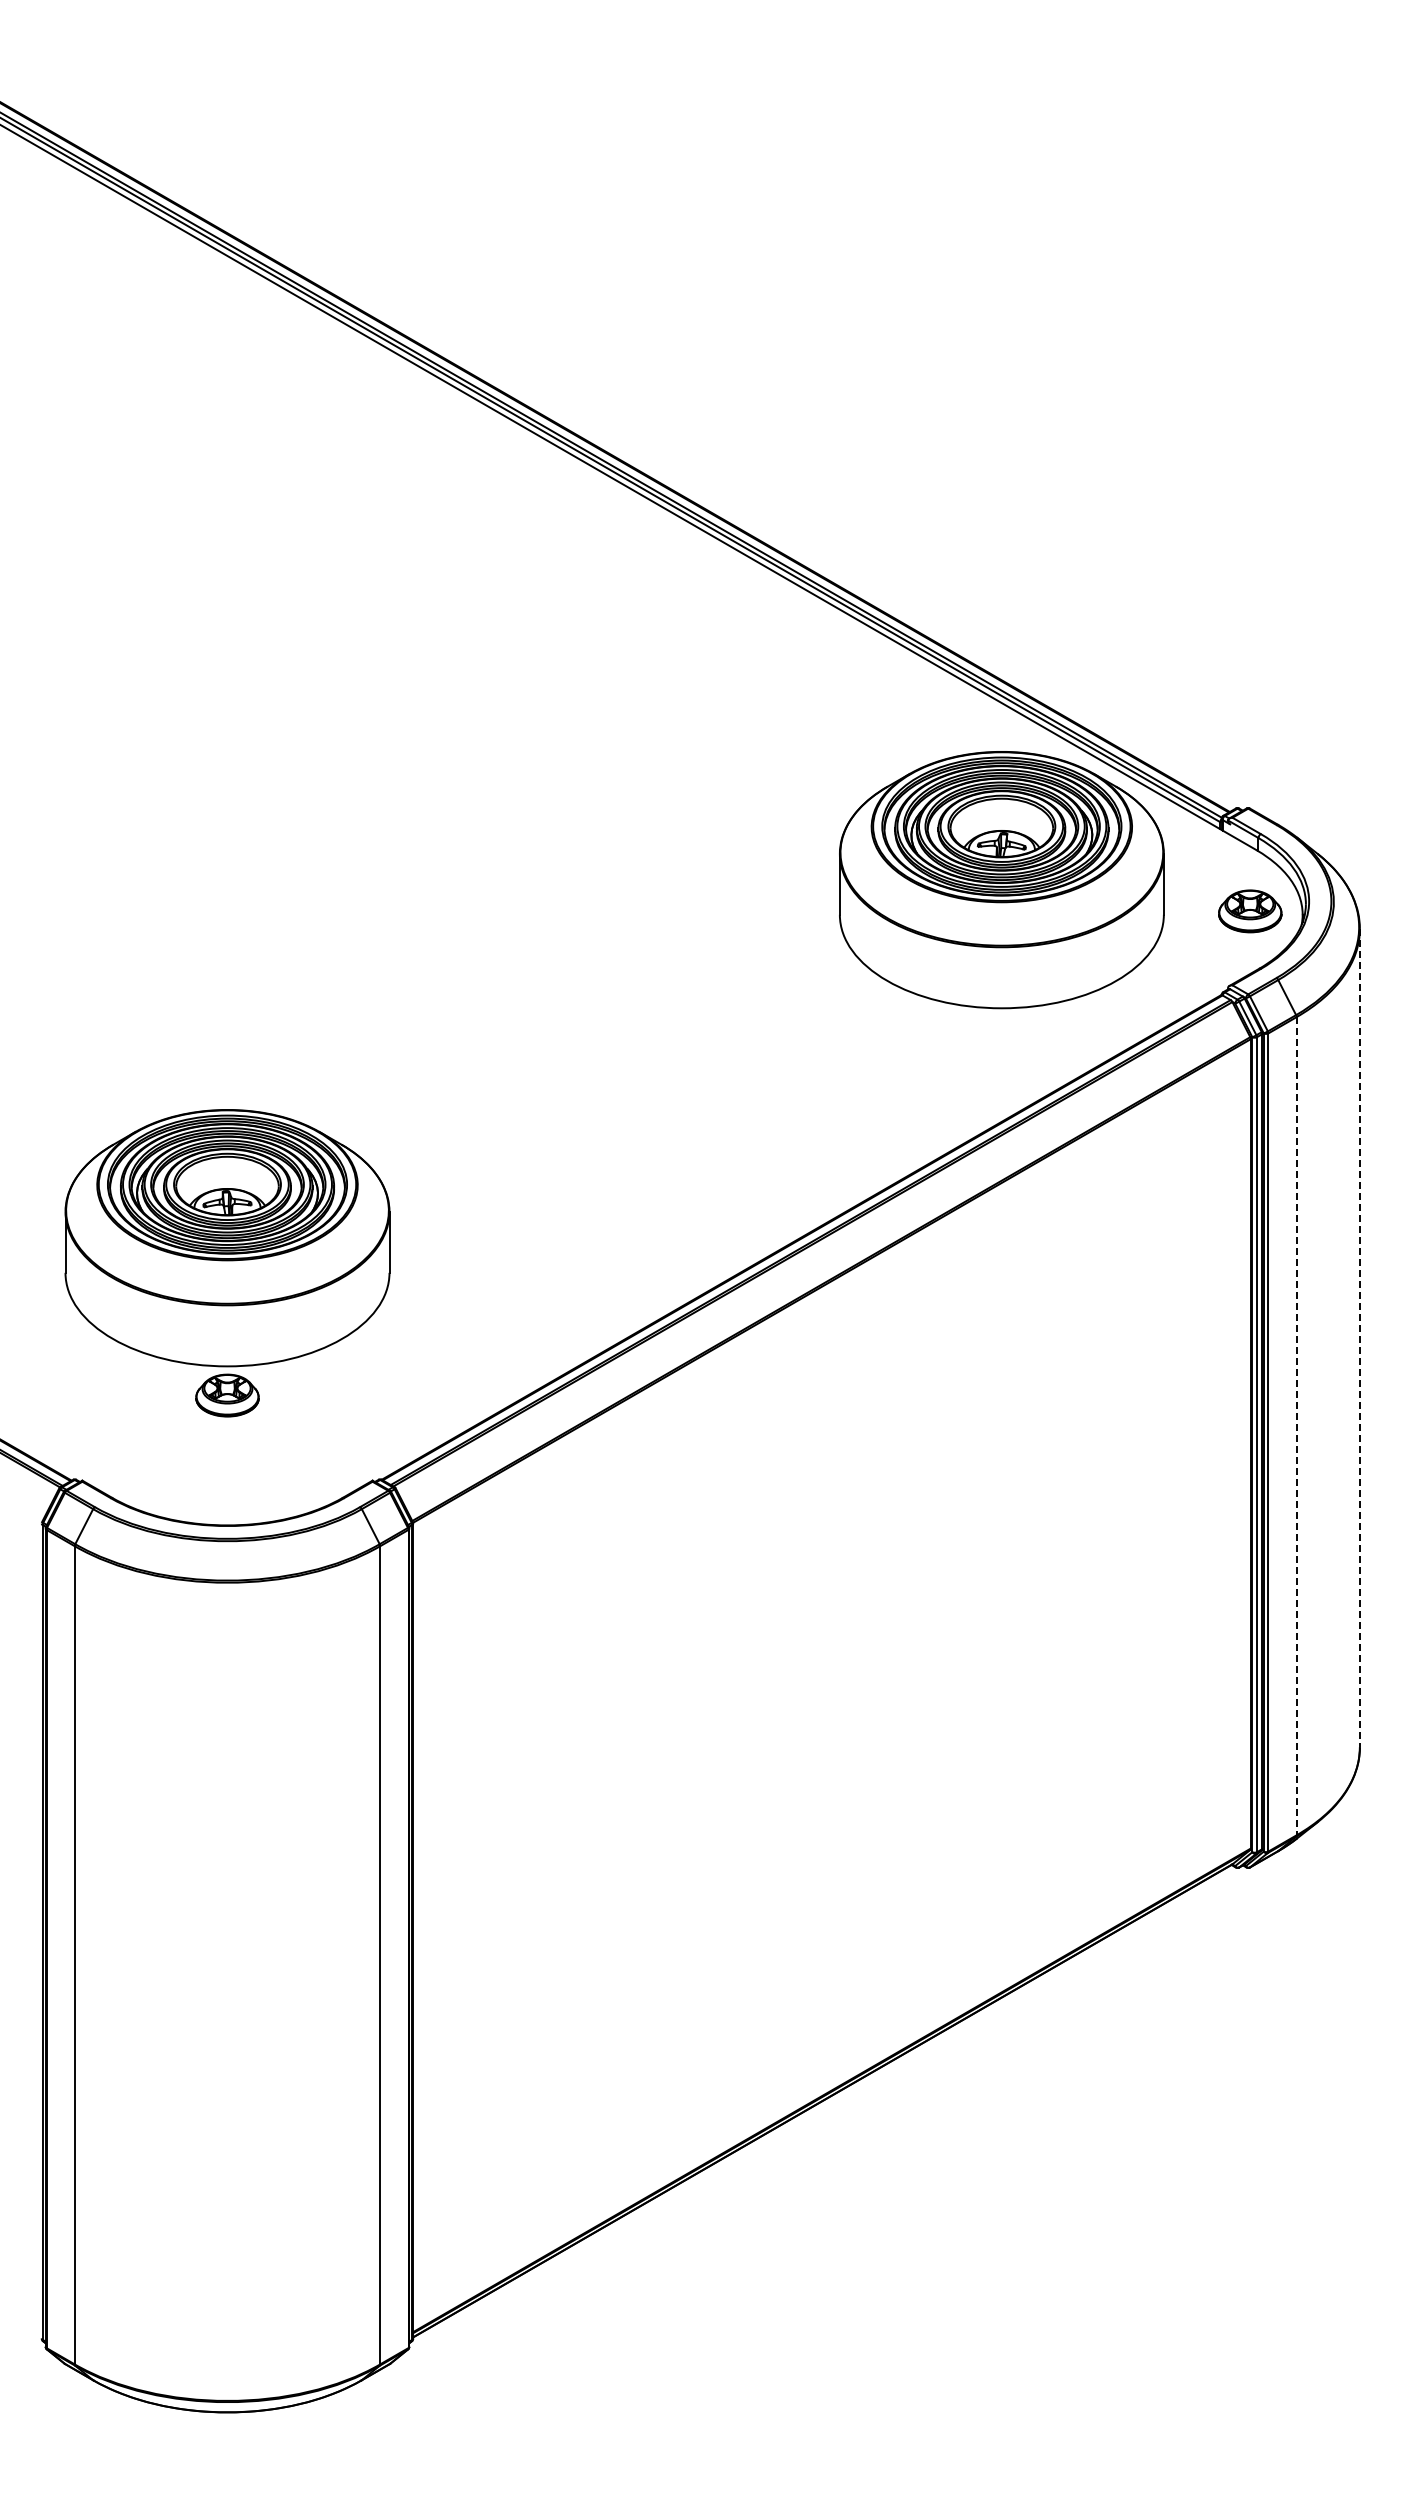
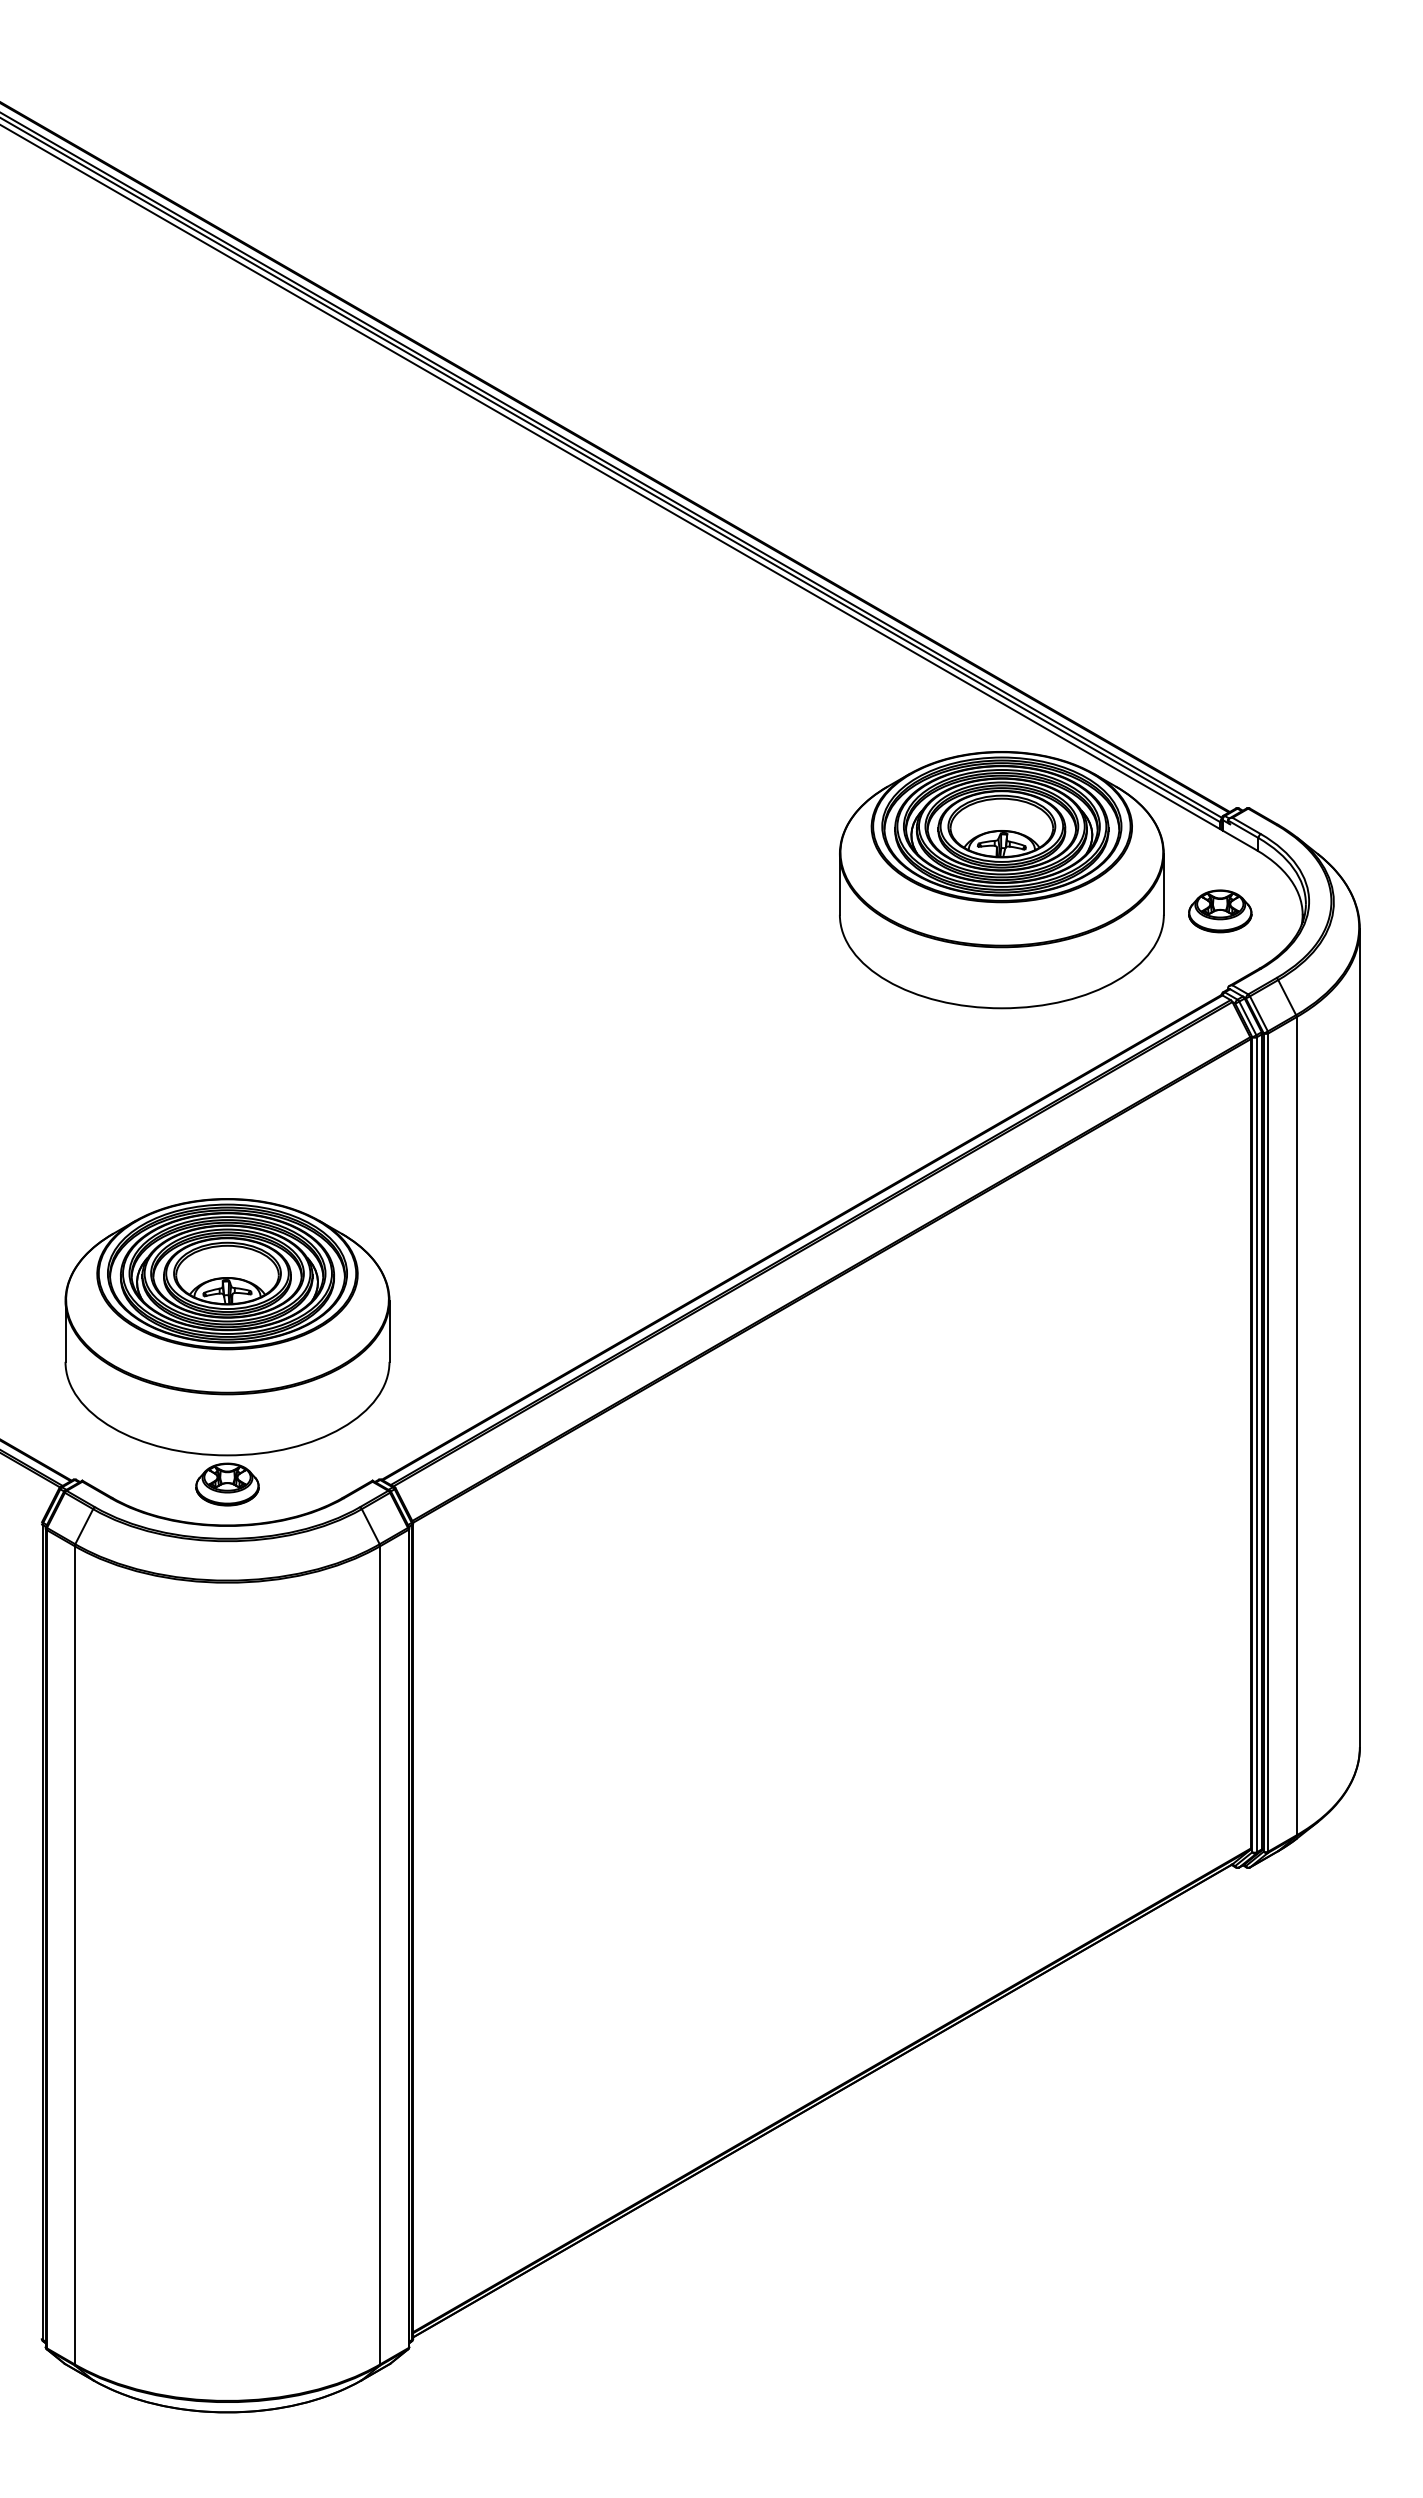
part at (1250, 911) position: (1250, 911) -> (1220, 911)
part at (227, 1263) position: (227, 1263) -> (227, 1352)
line at (1359, 1338): dashed -> solid
line at (1296, 1426): dashed -> solid
